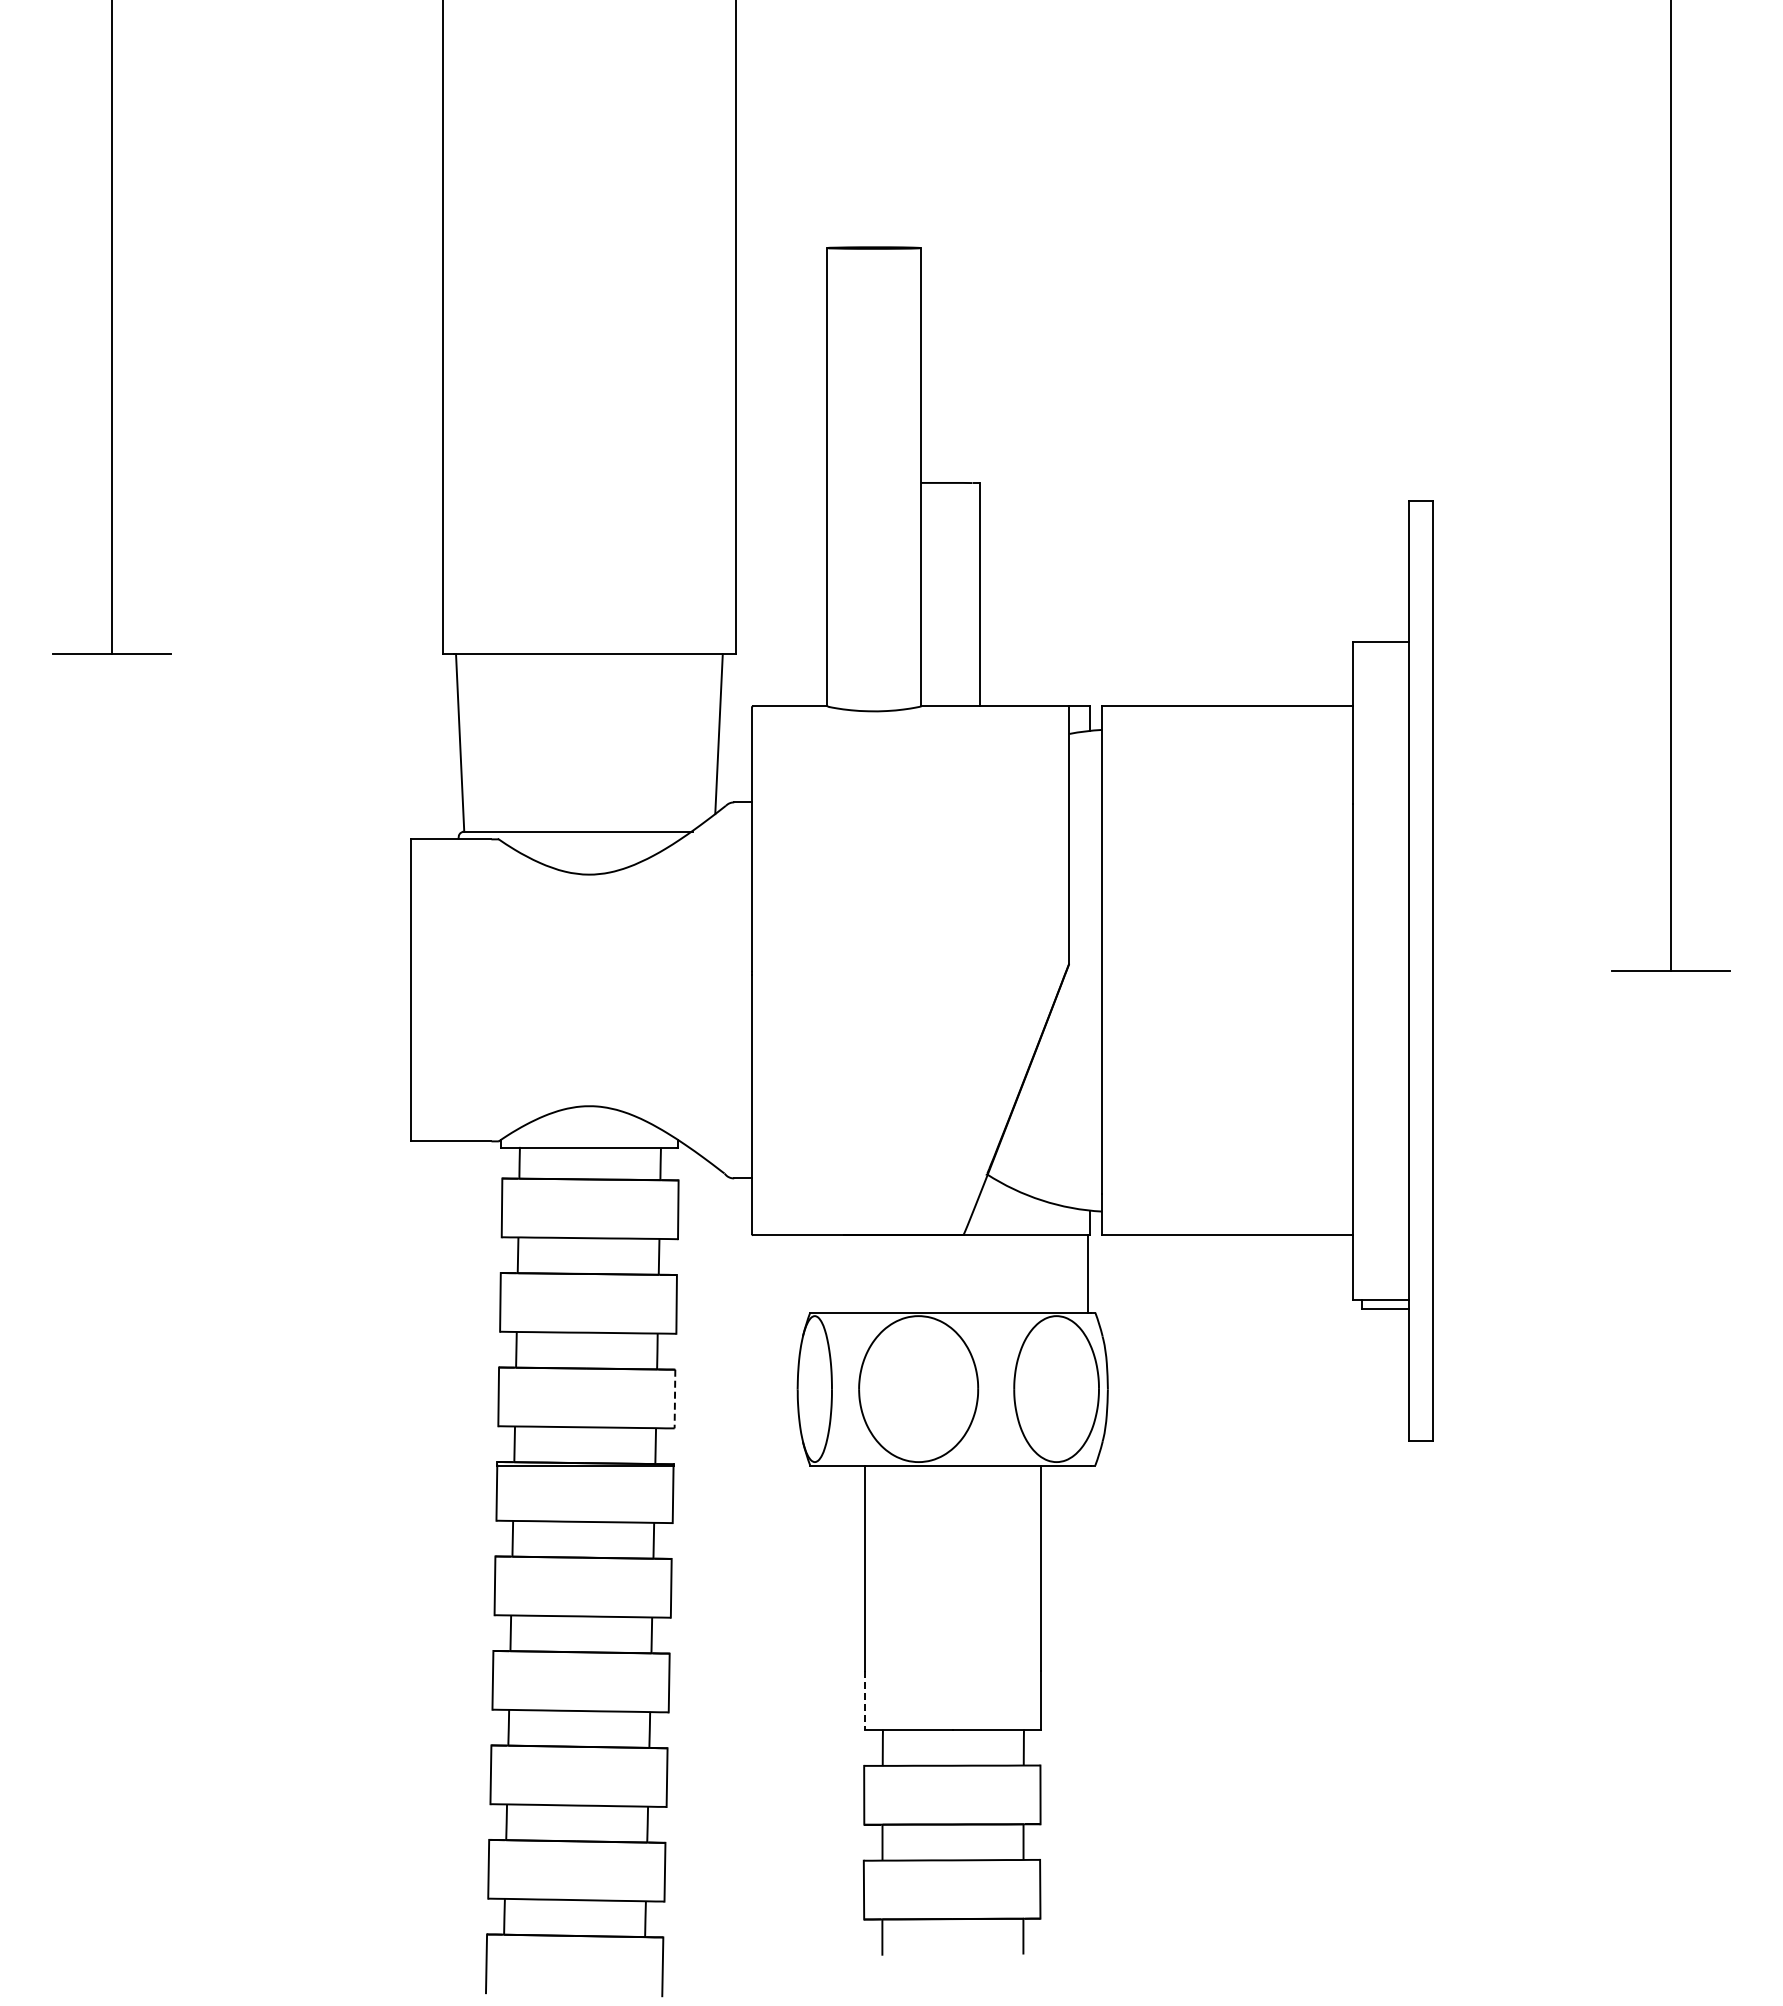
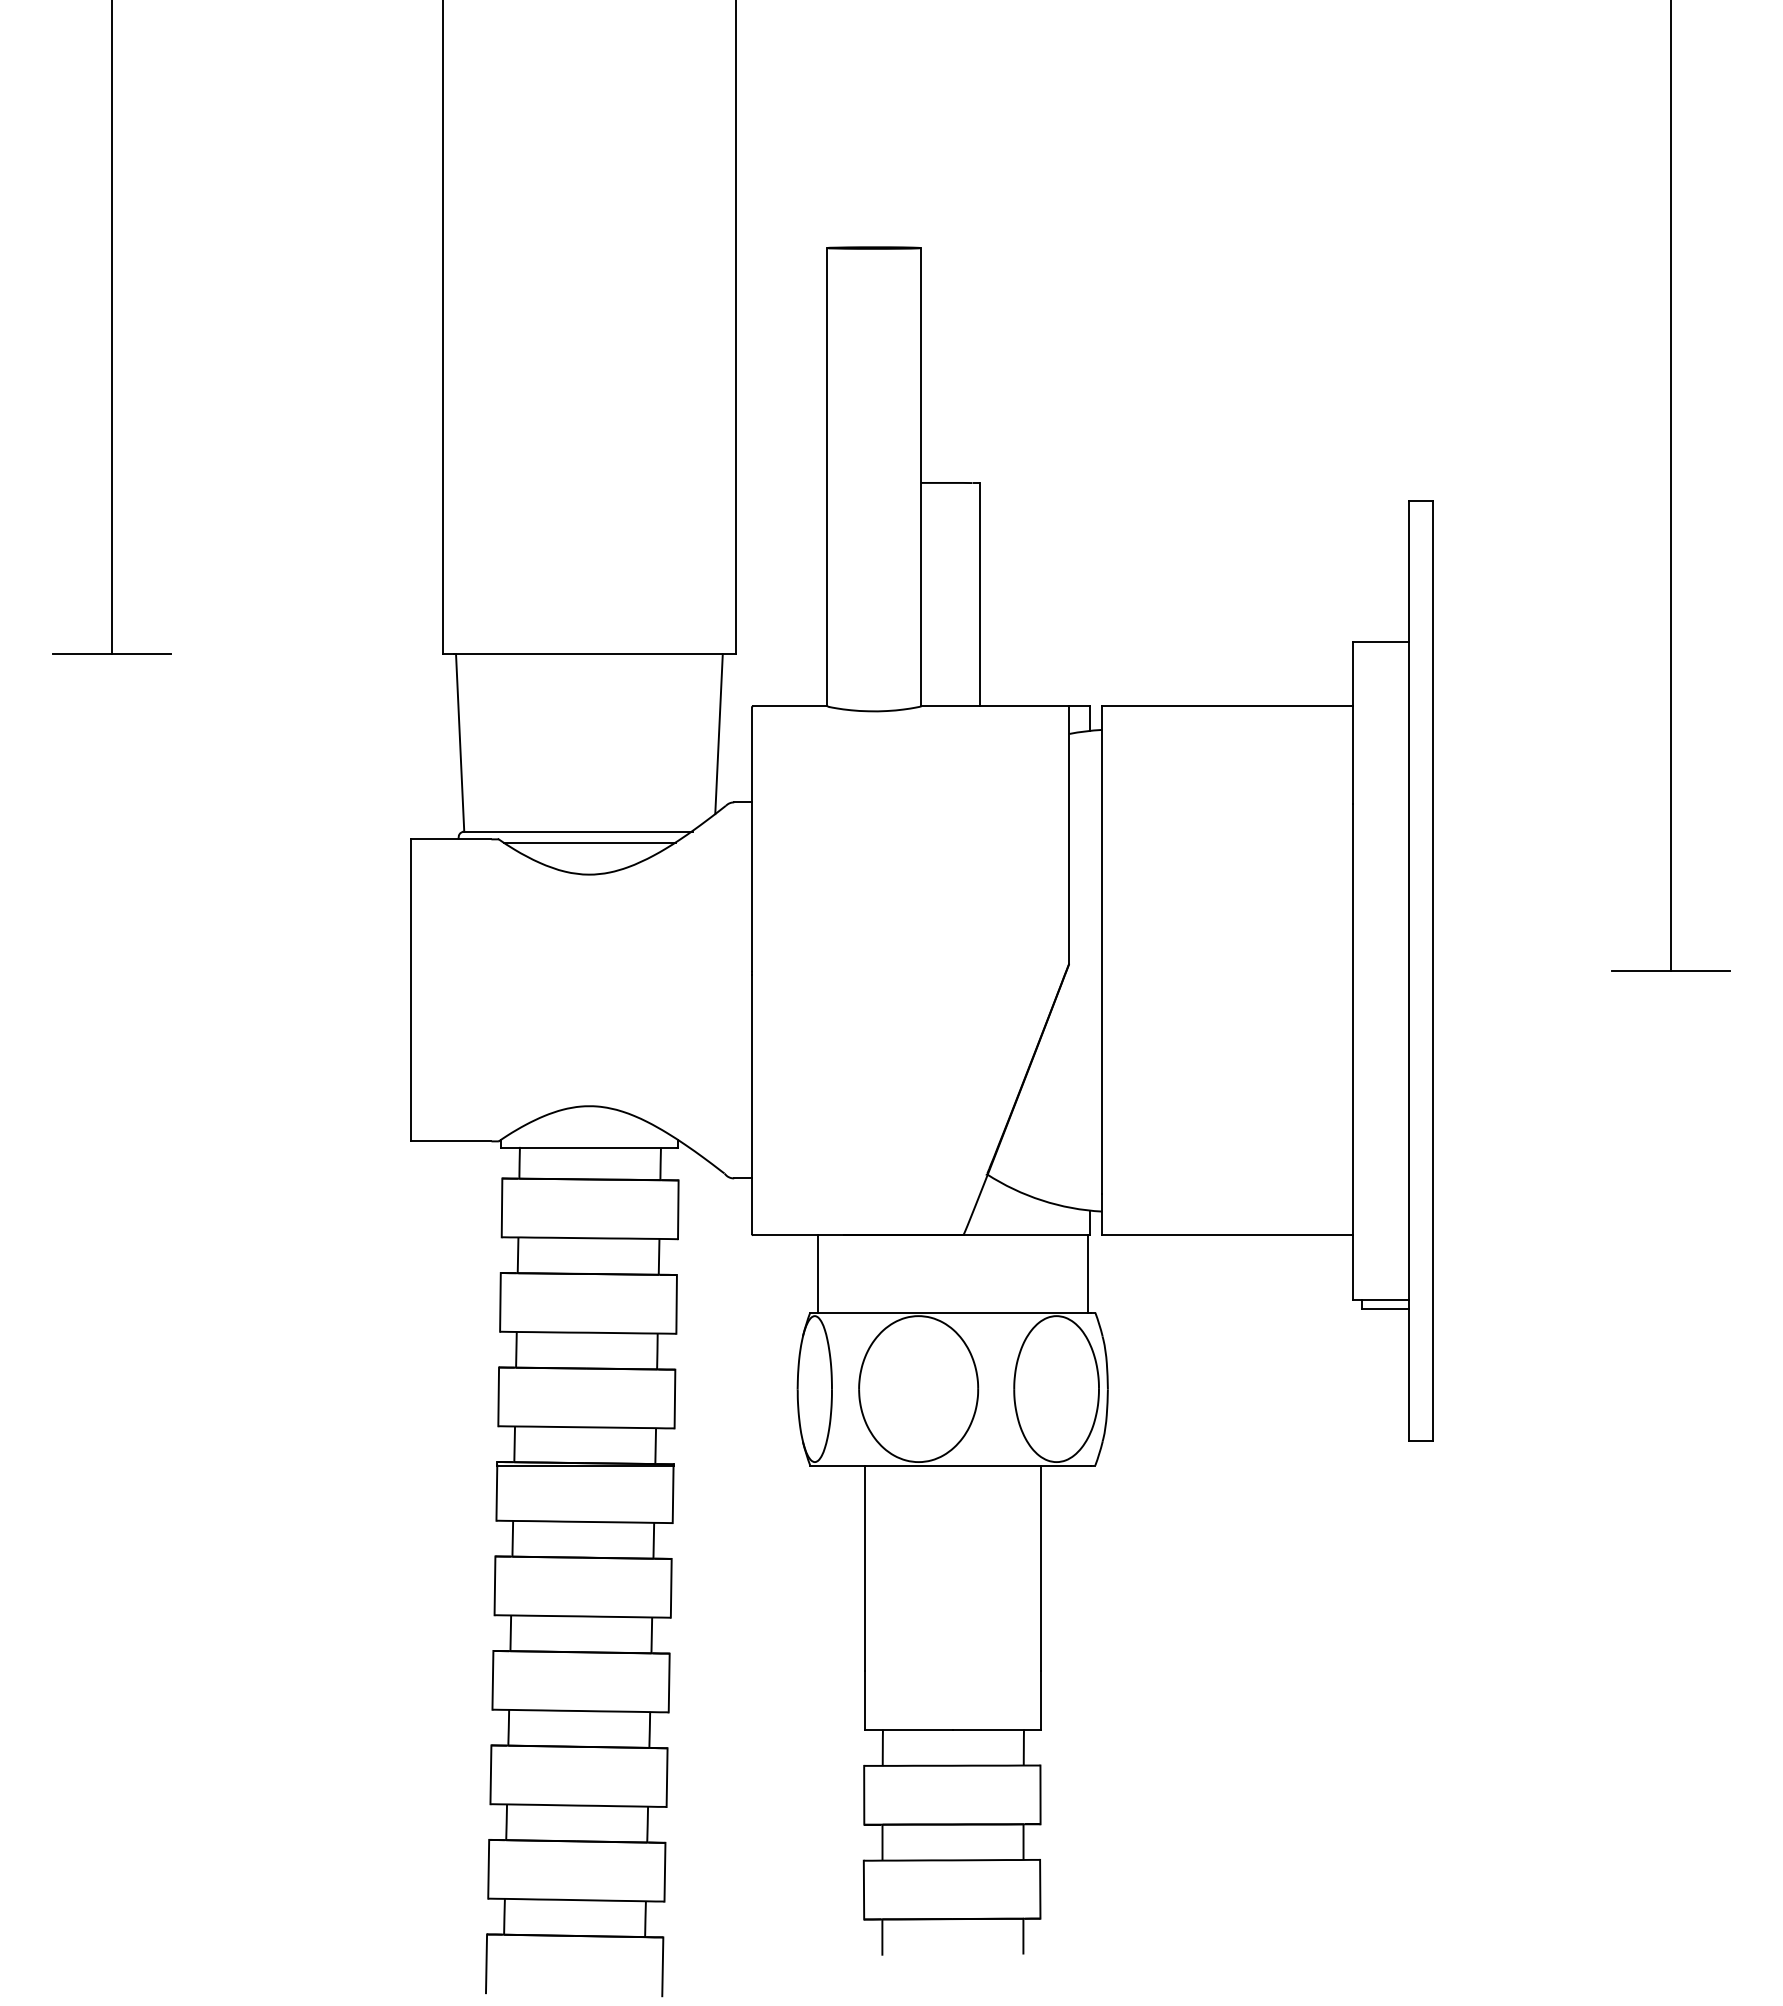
line at (589, 843): none -> present
line at (817, 1273): none -> present
line at (674, 1399): dashed -> solid
line at (864, 1701): dashed -> solid
